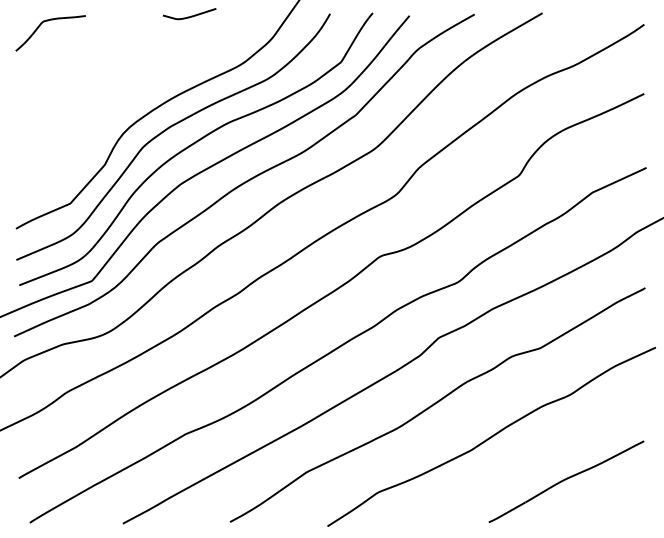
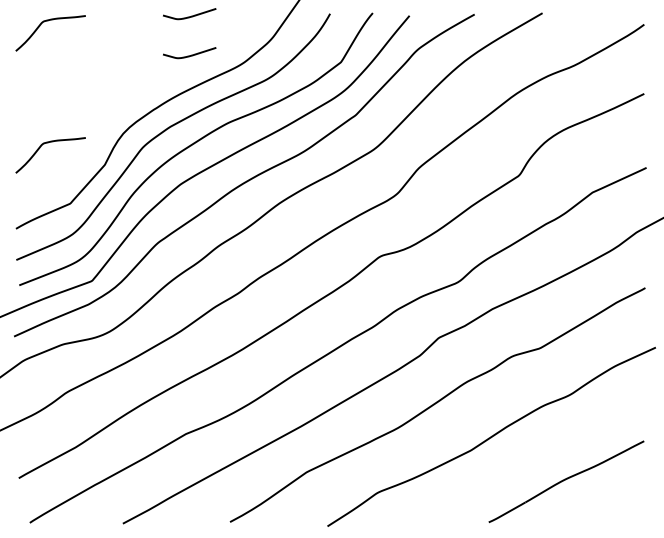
curve at (189, 55): none -> present
curve at (48, 143): none -> present
